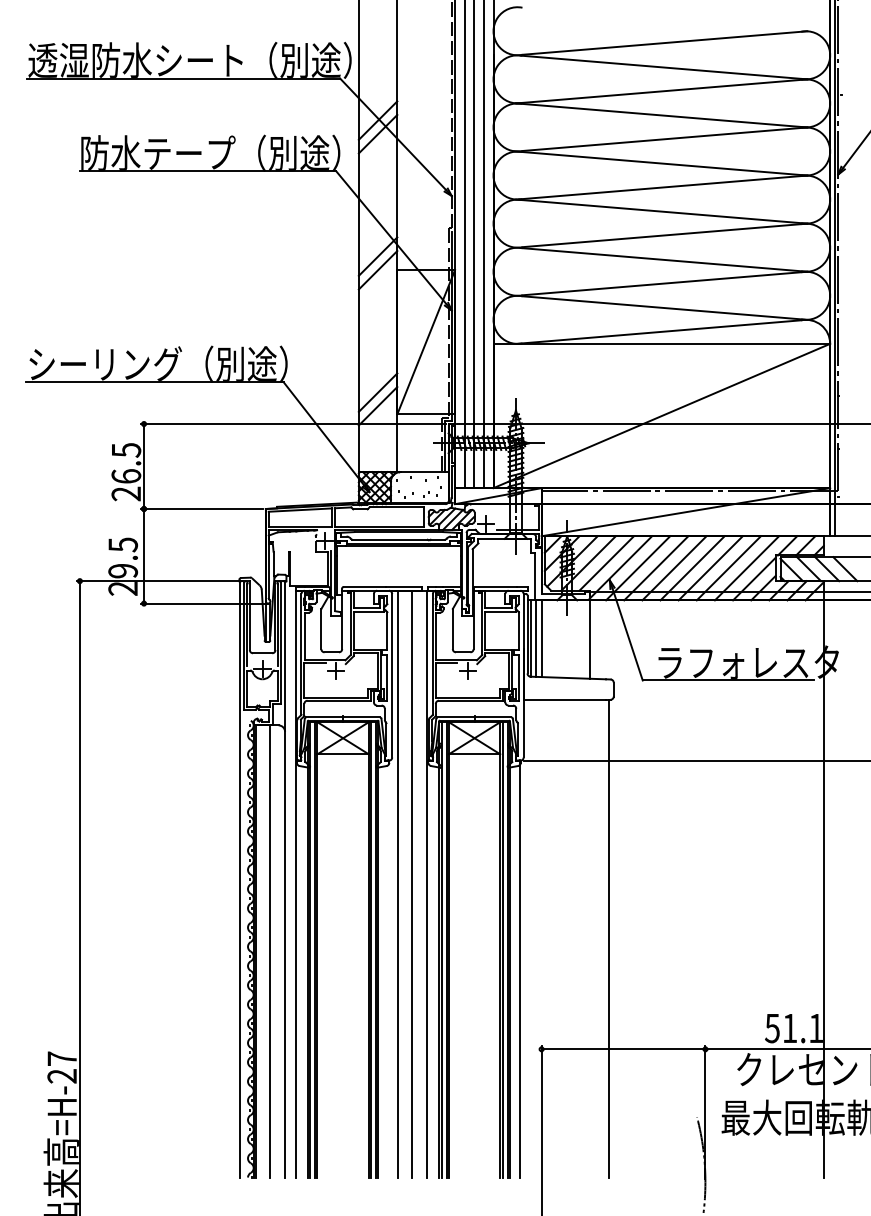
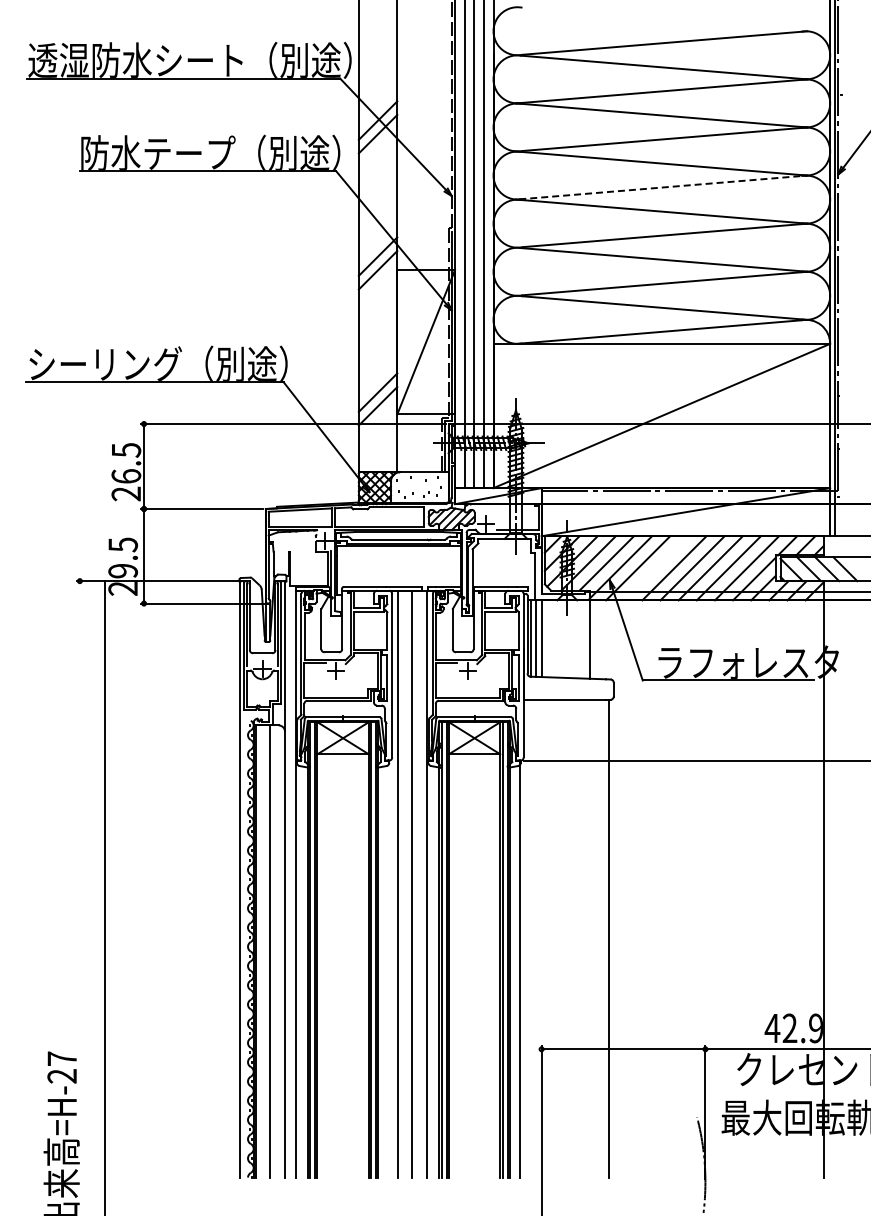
line at (663, 187): solid -> dashed
line at (656, 568): present -> none
line at (79, 896) position: (79, 896) -> (104, 896)
text at (793, 1028): 51.1 -> 42.9
